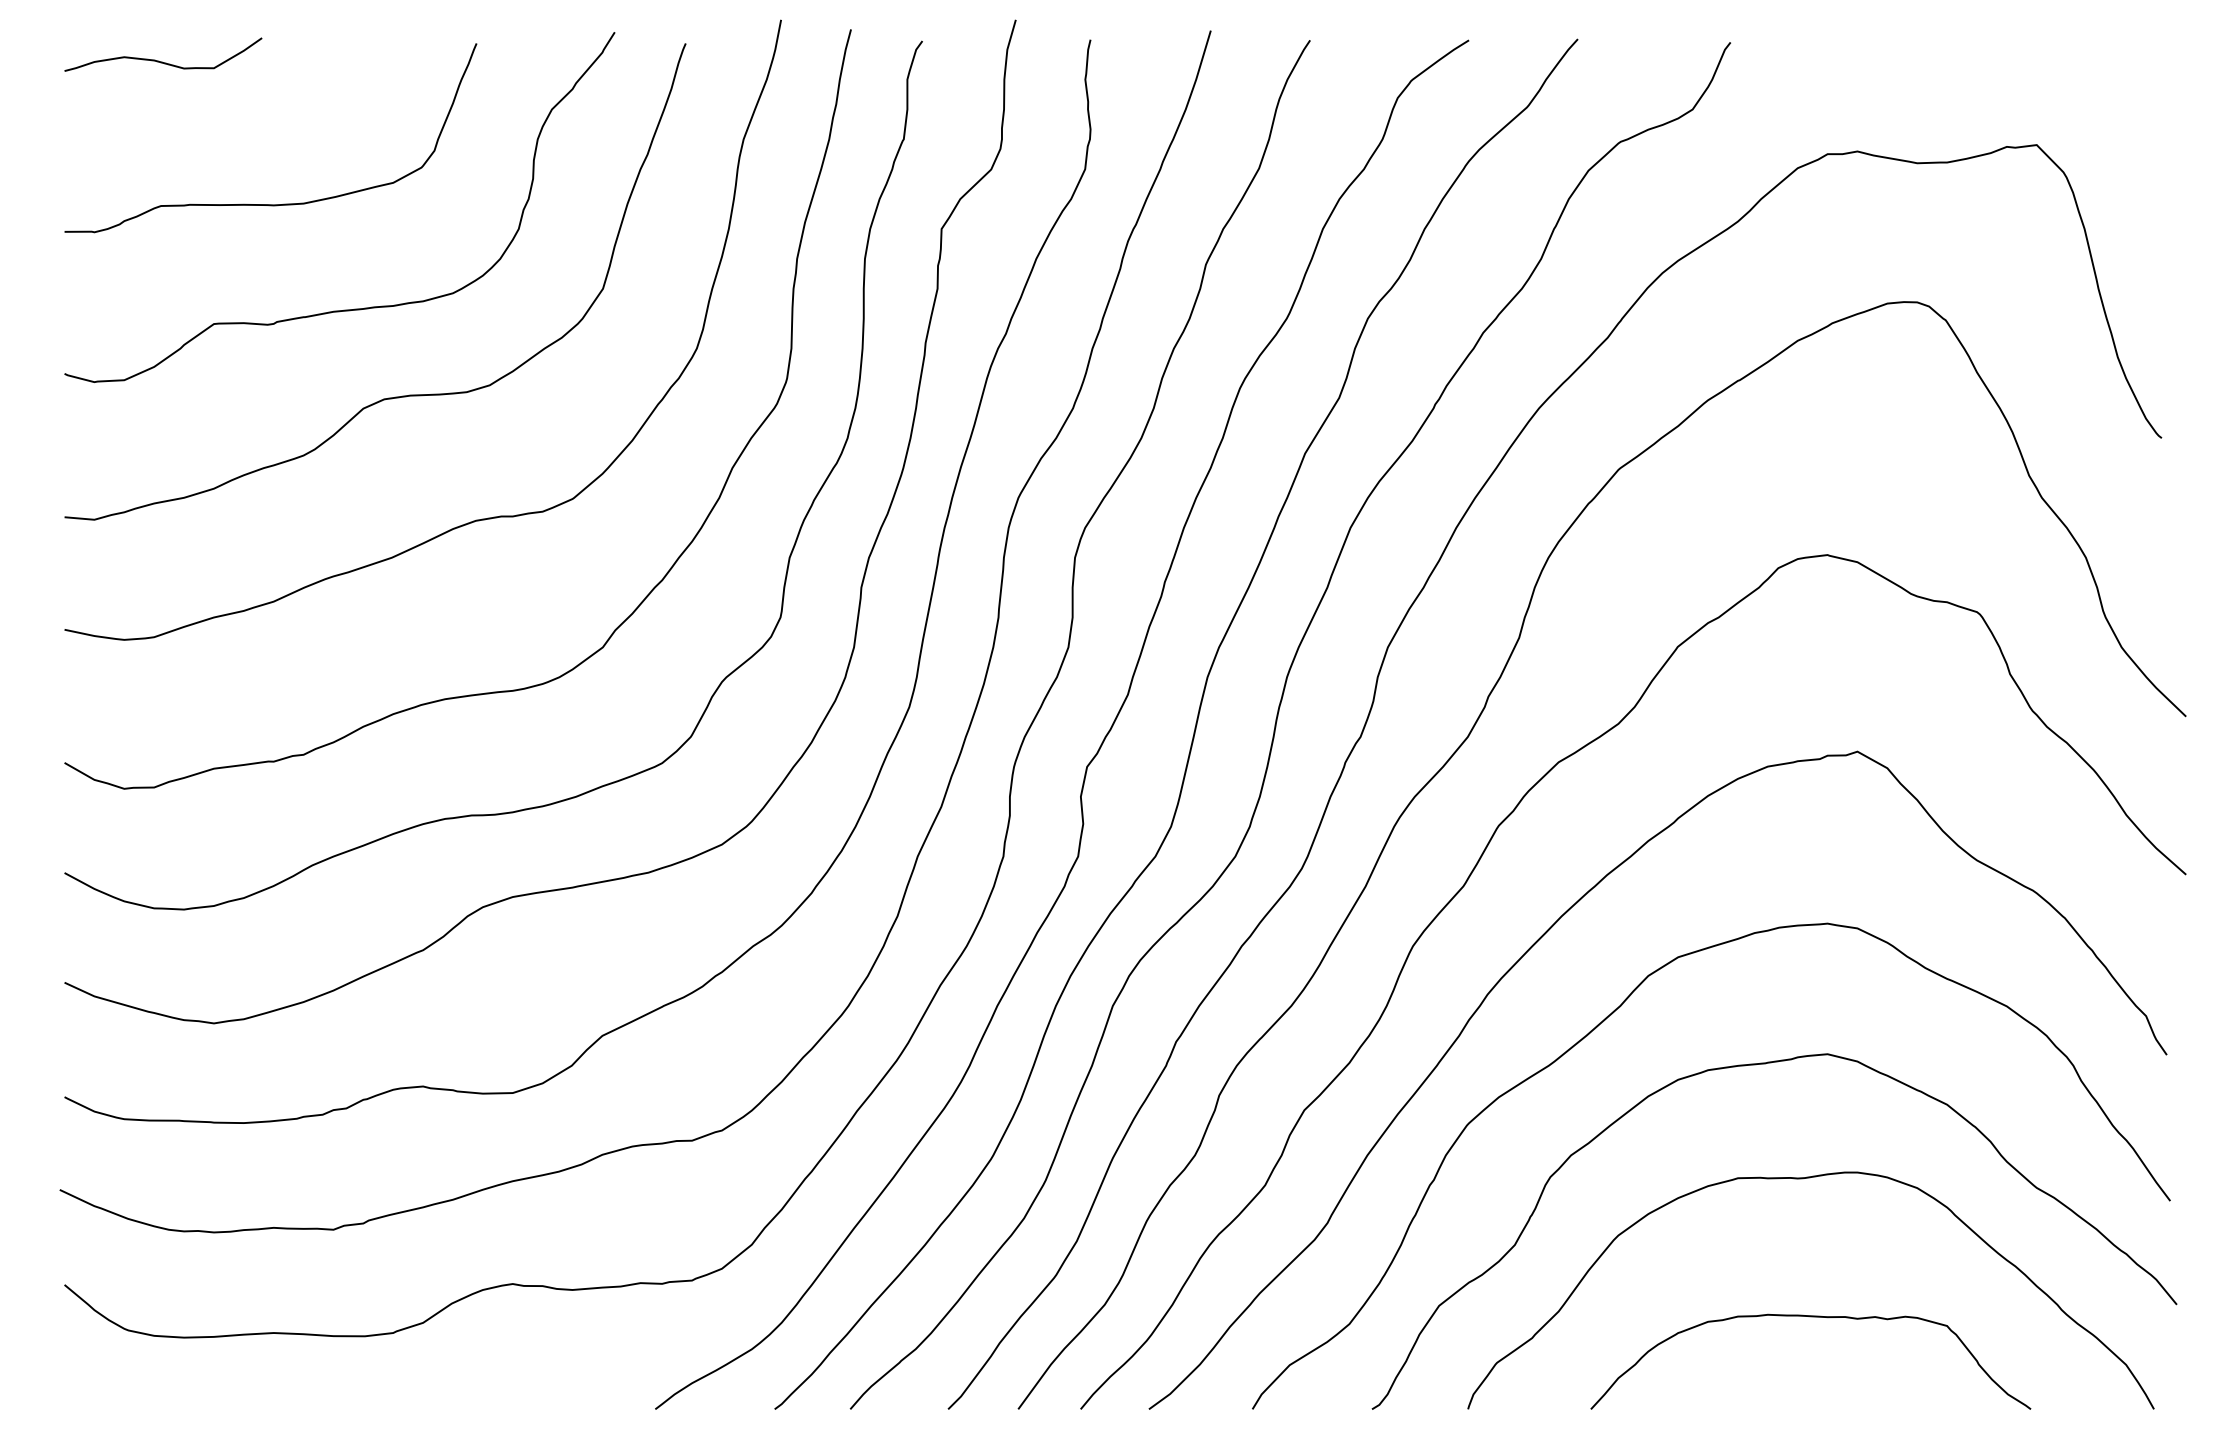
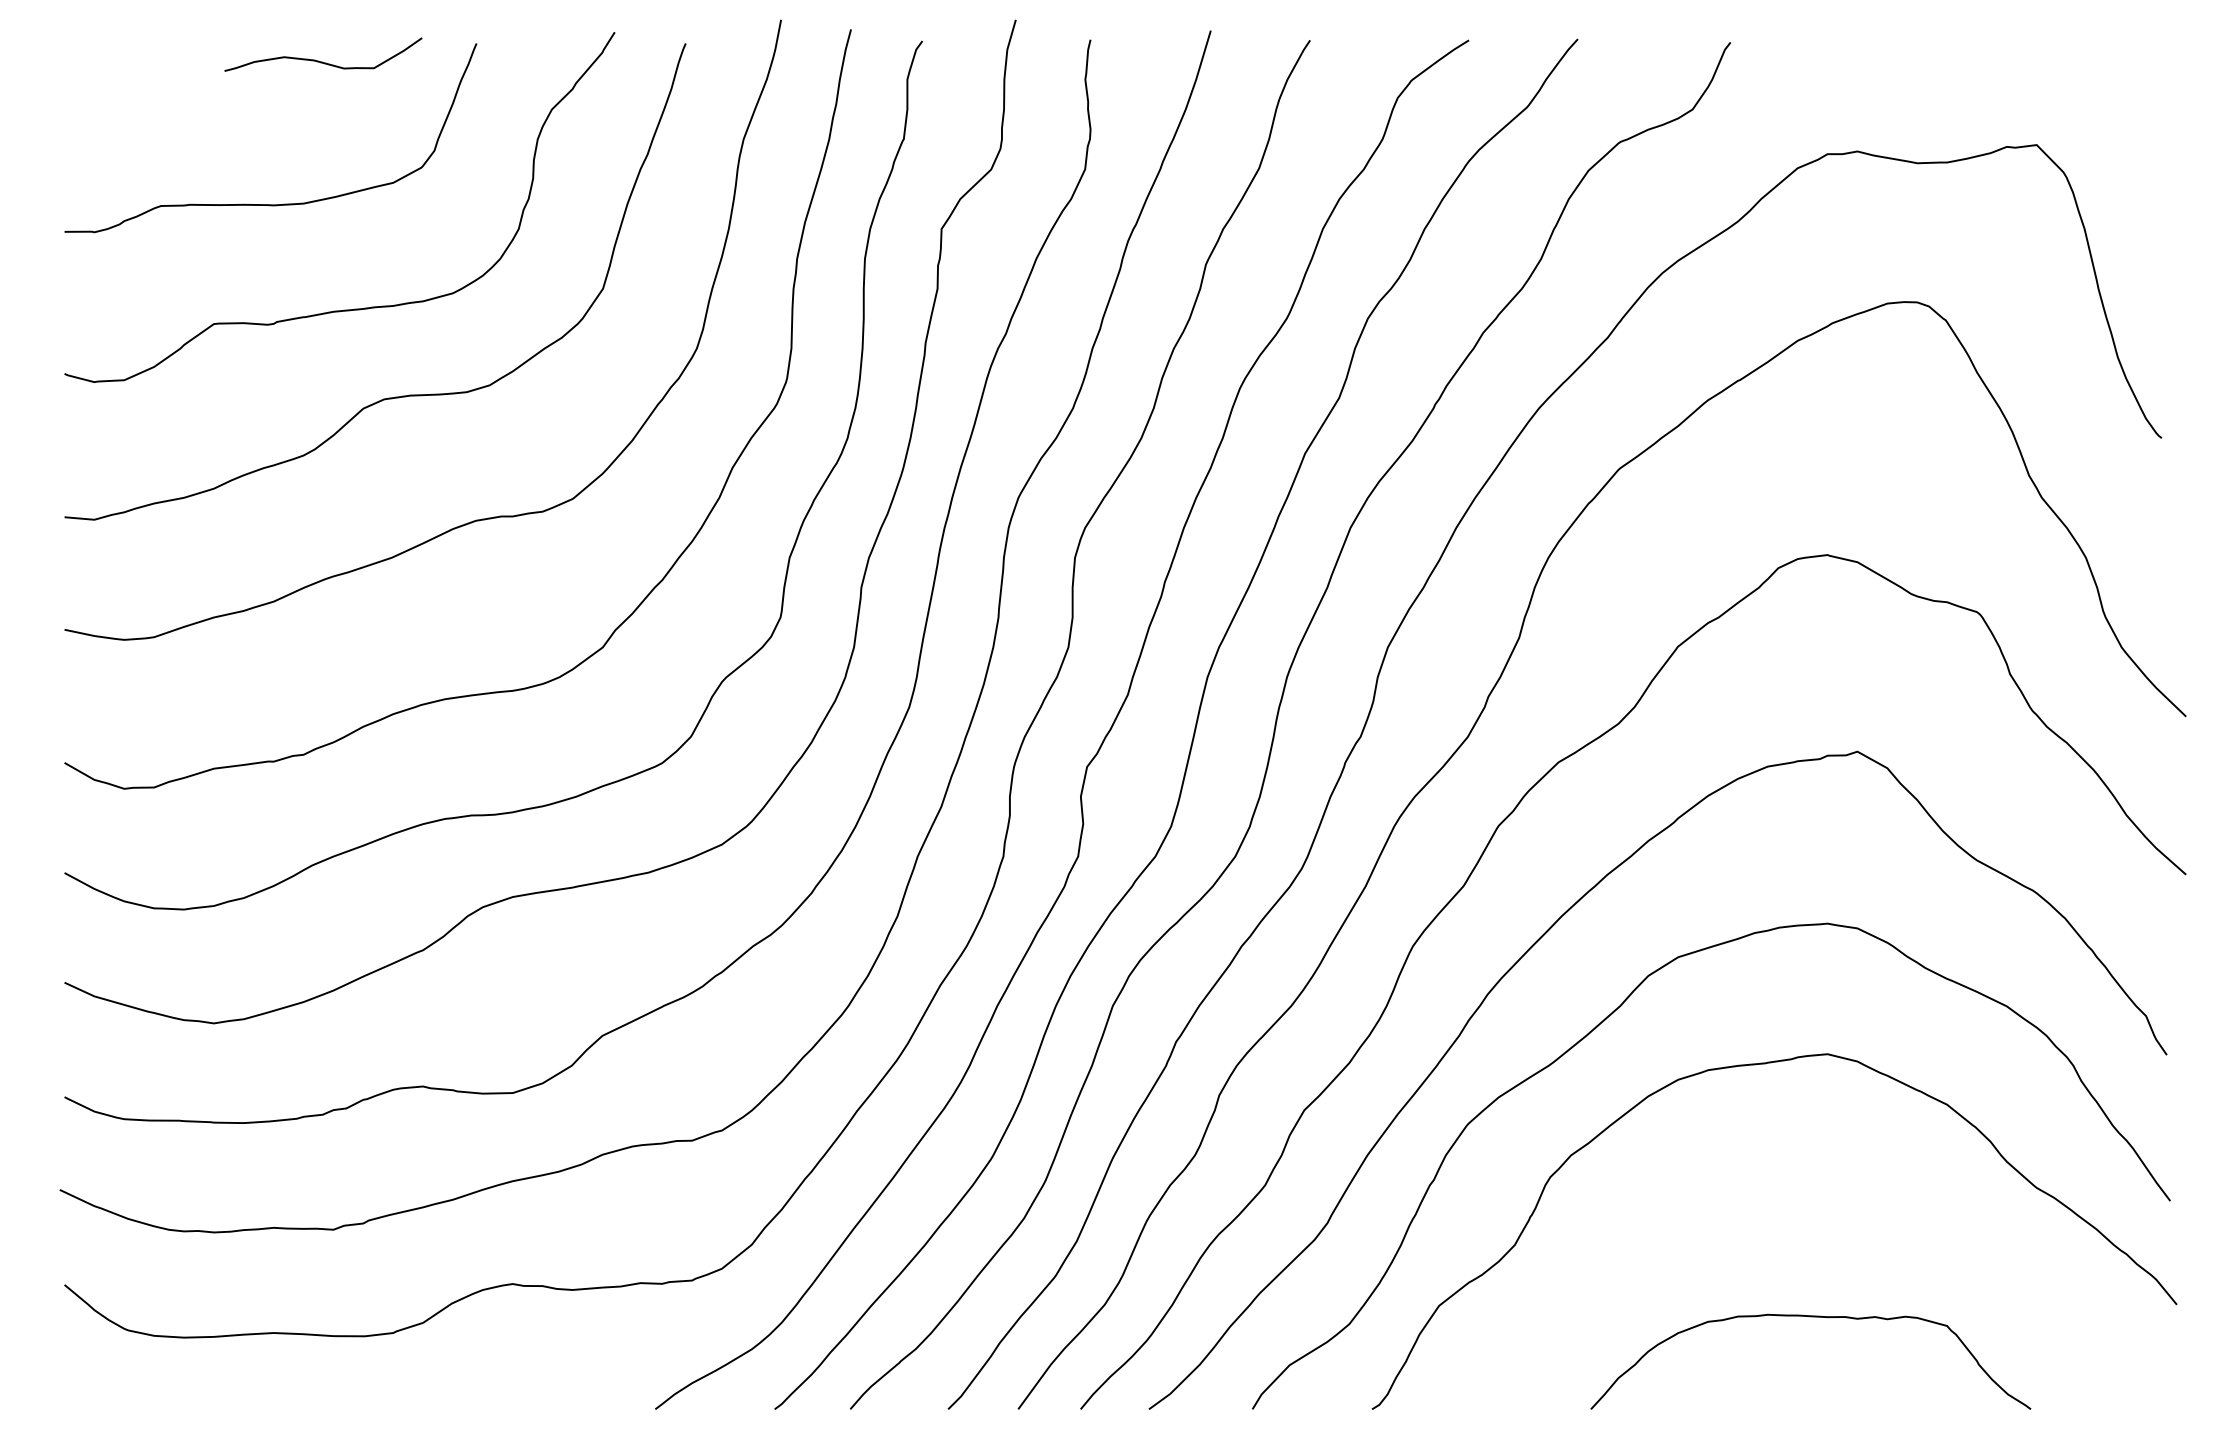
curve at (162, 61) position: (162, 61) -> (322, 61)
curve at (1803, 1179): present -> none
